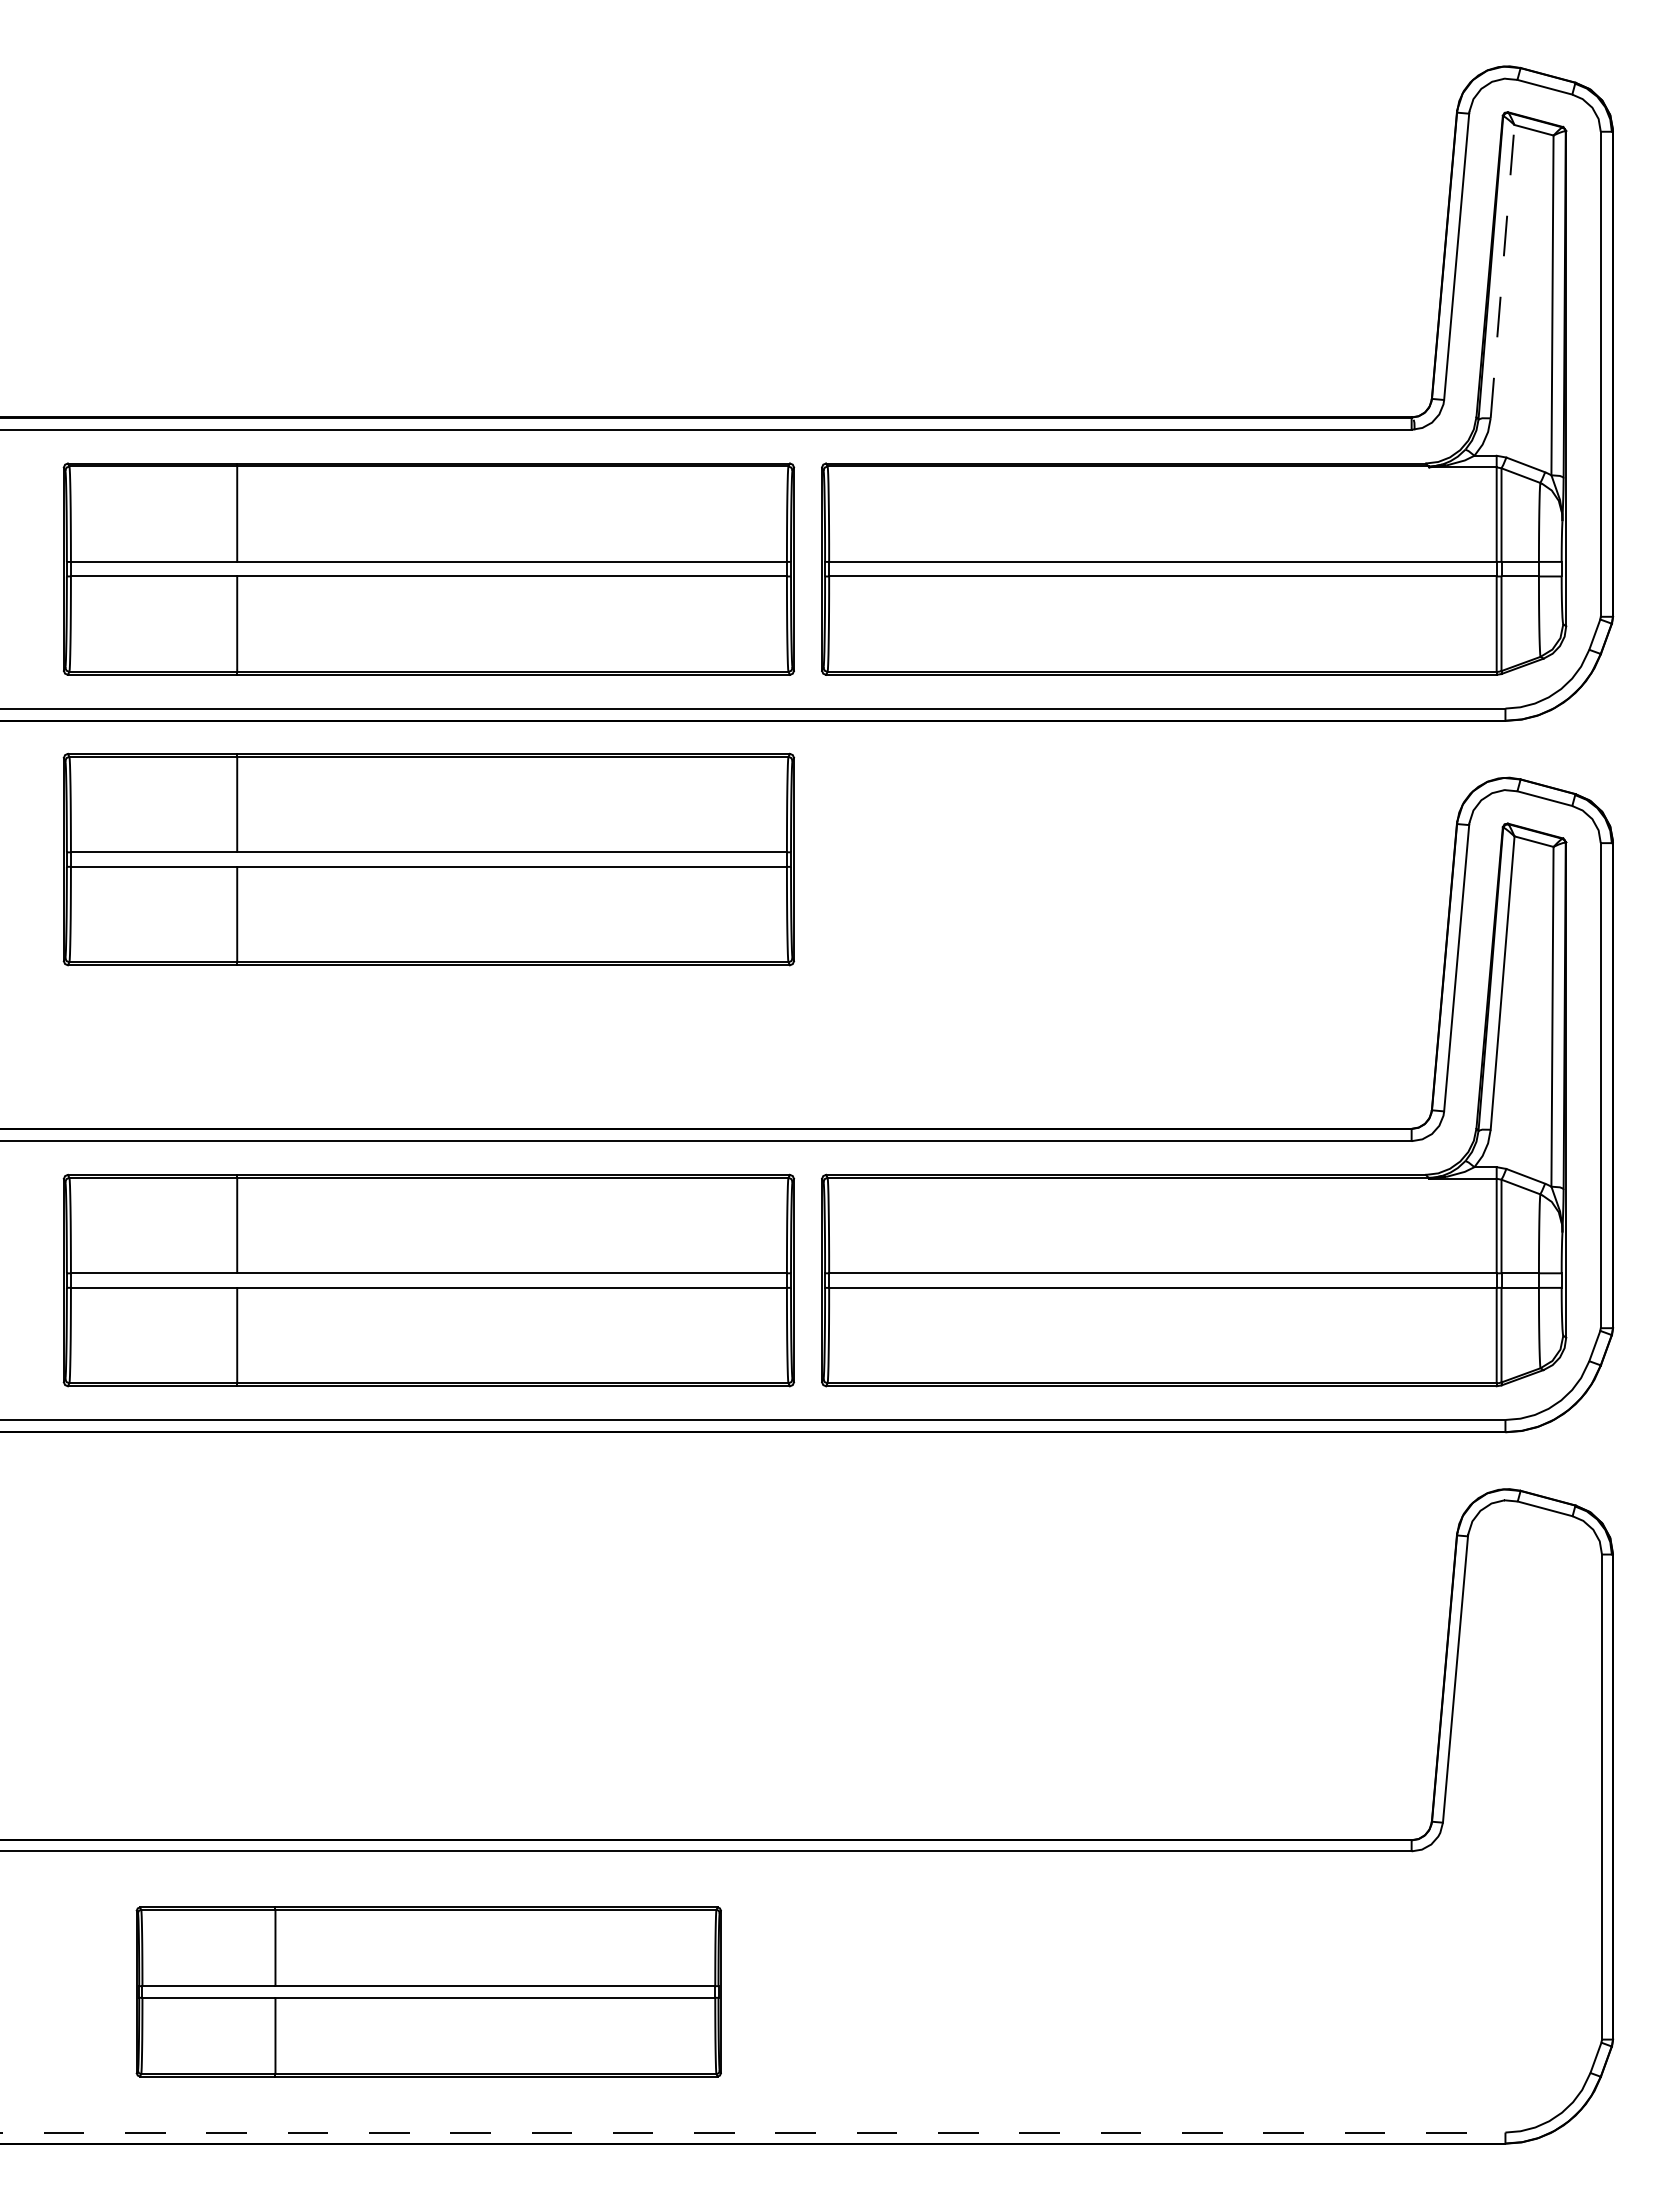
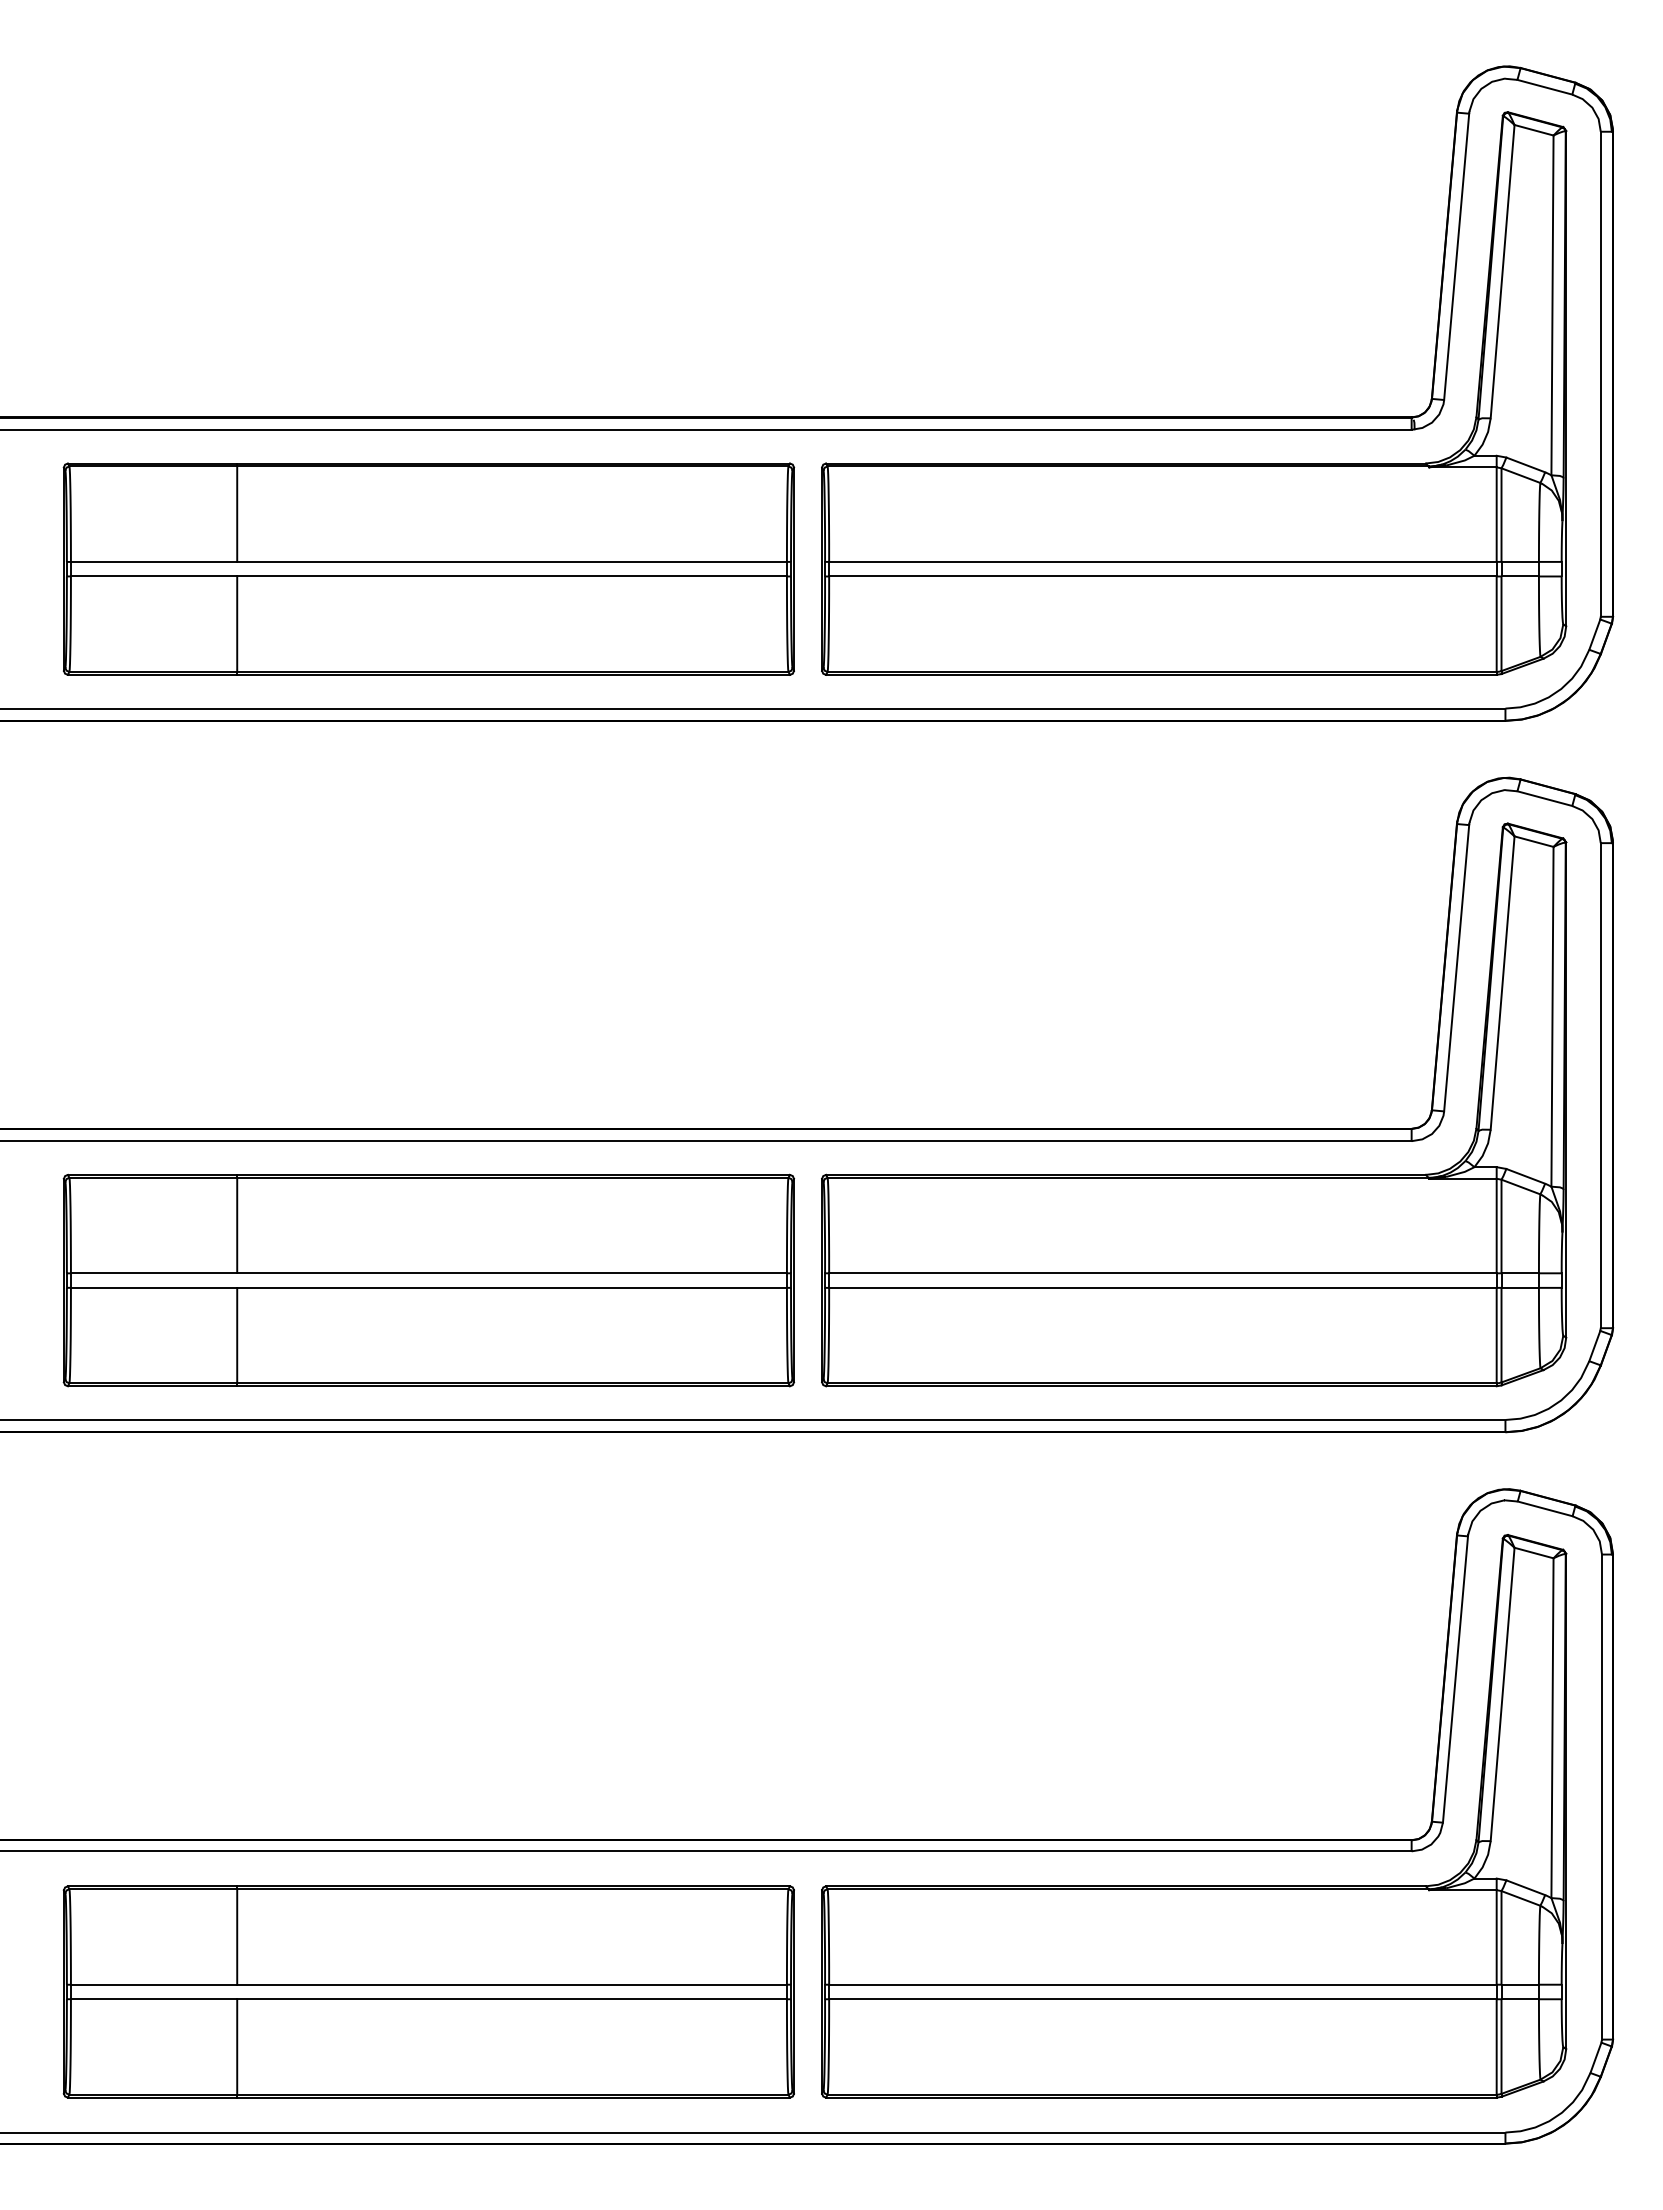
line at (1502, 271): dashed -> solid
part at (428, 859): present -> none
part at (1194, 1885): none -> present
part at (428, 1991) size: 587x172 px -> 733x214 px
line at (753, 2132): dashed -> solid
